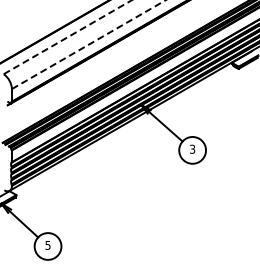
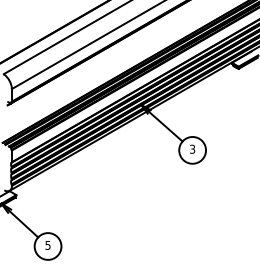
line at (67, 37): dashed -> solid
line at (89, 44): dashed -> solid
